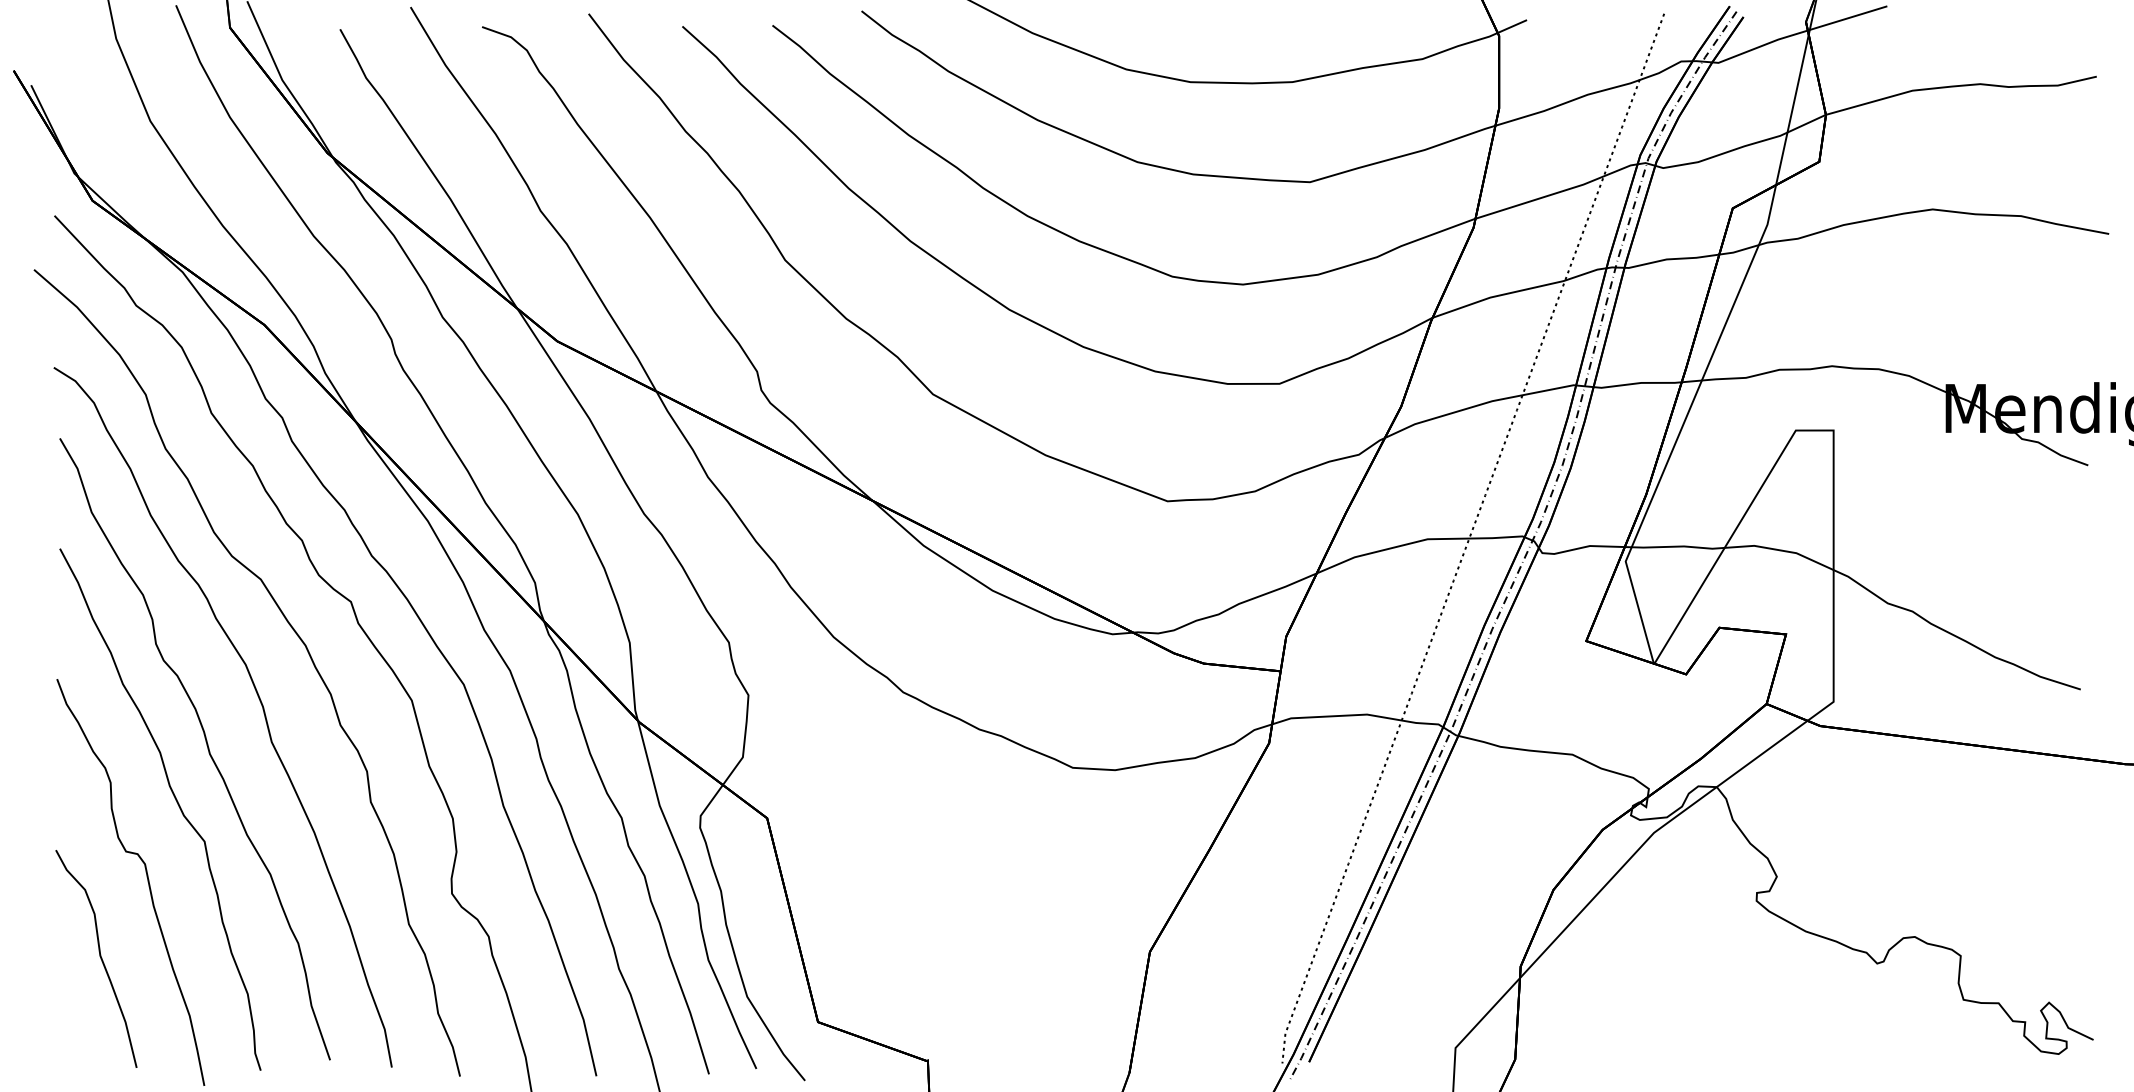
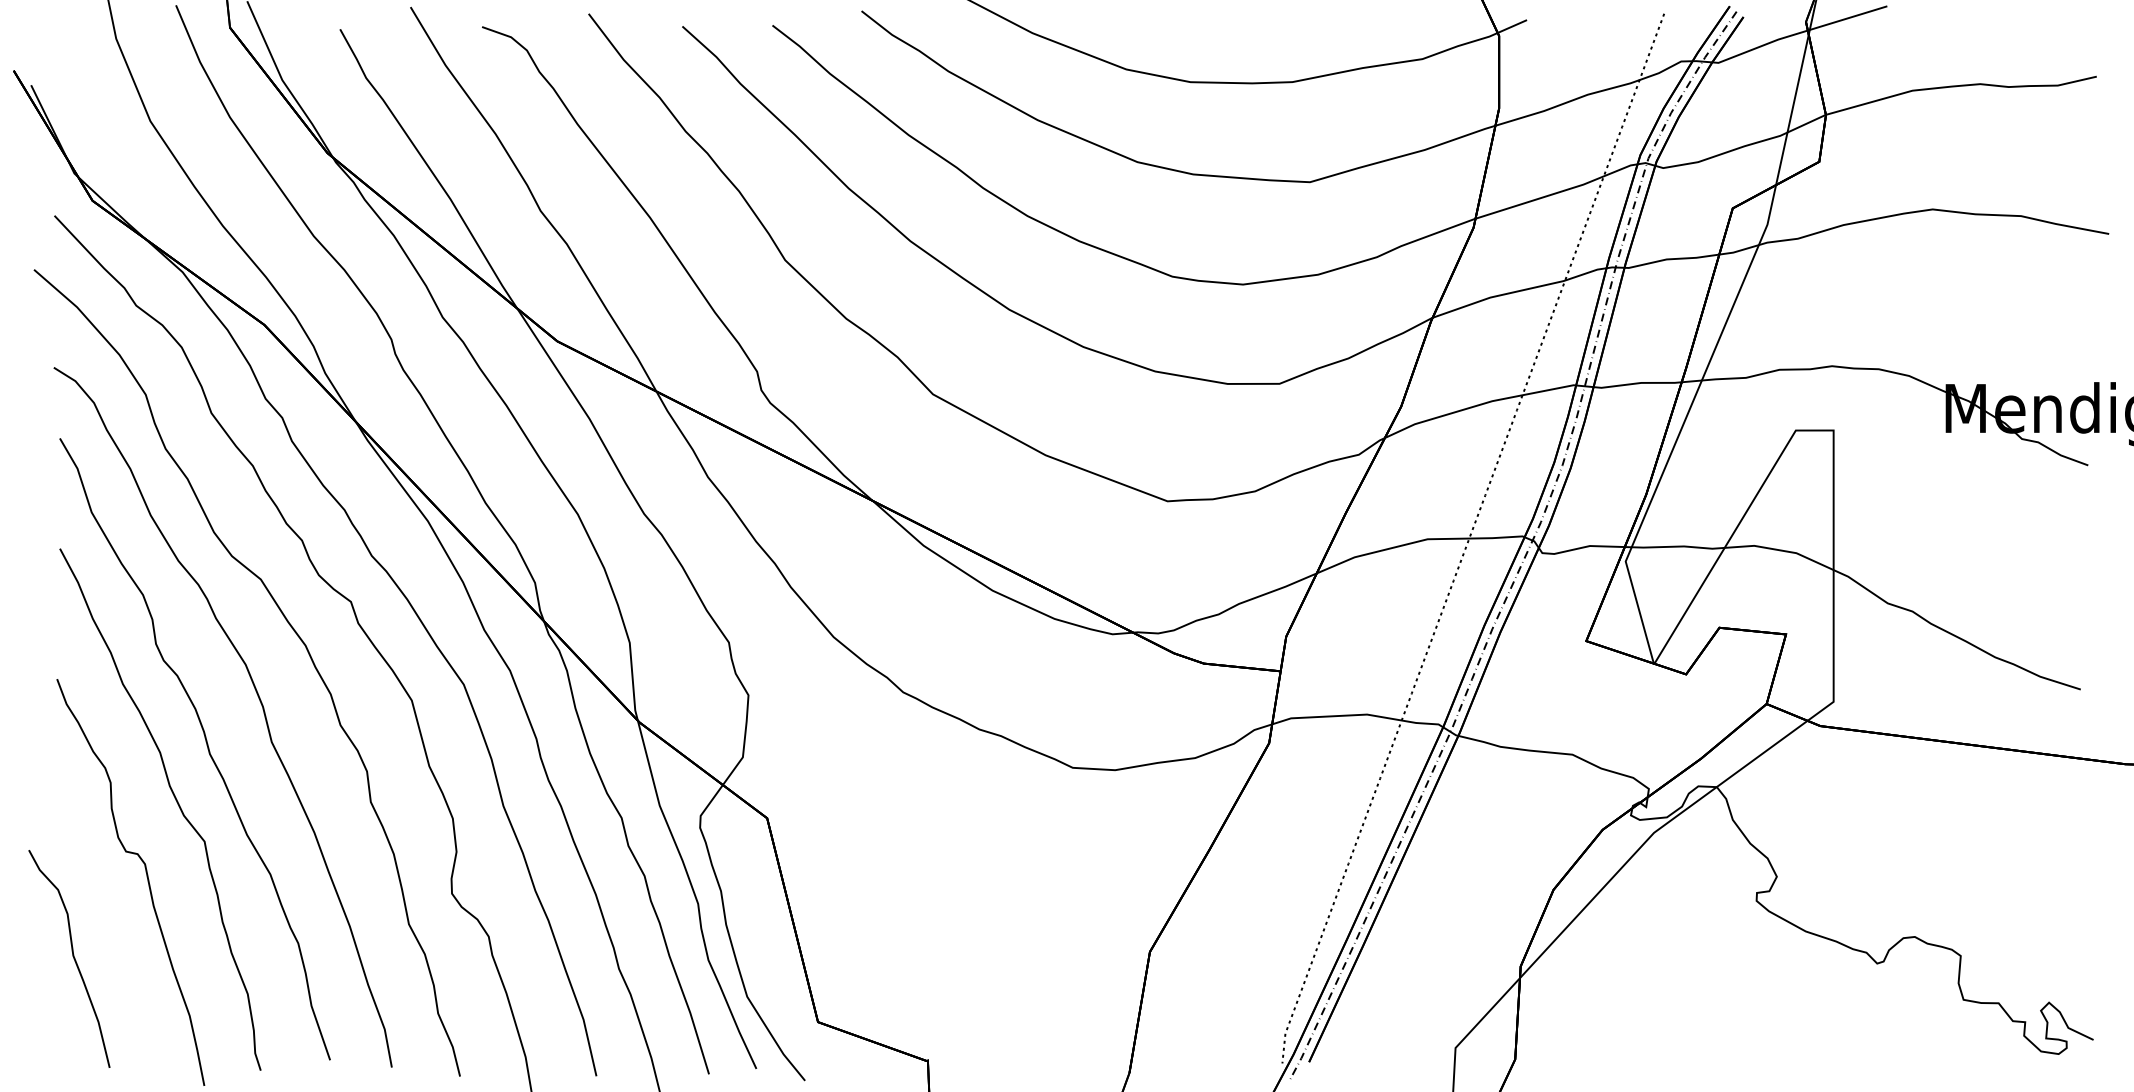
curve at (99, 956) position: (99, 956) -> (72, 956)
